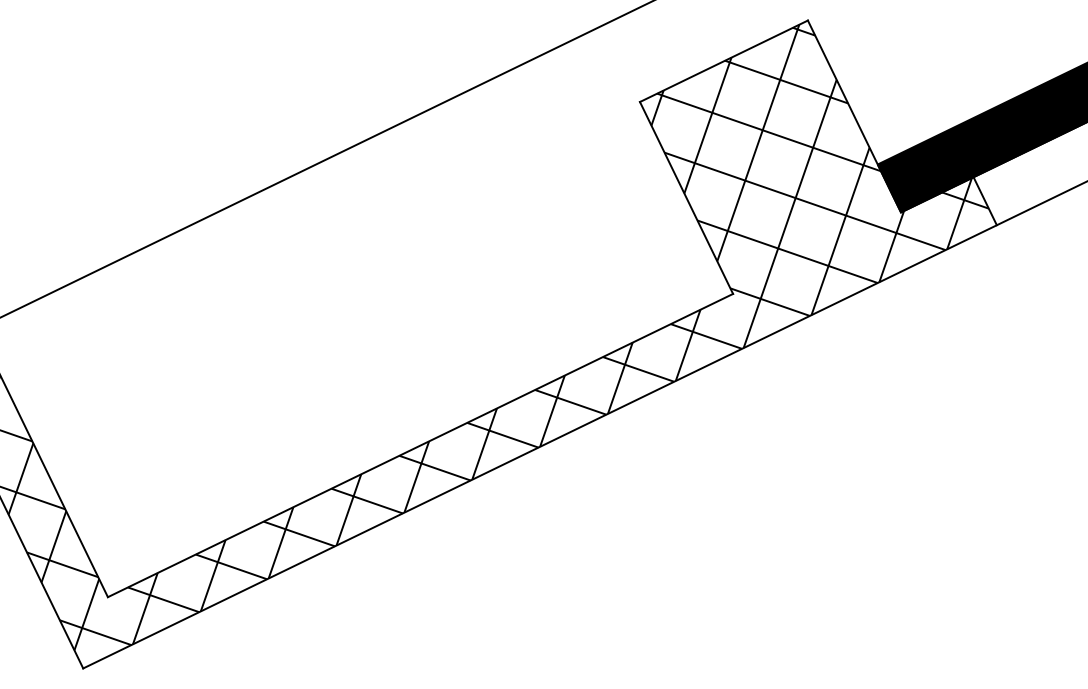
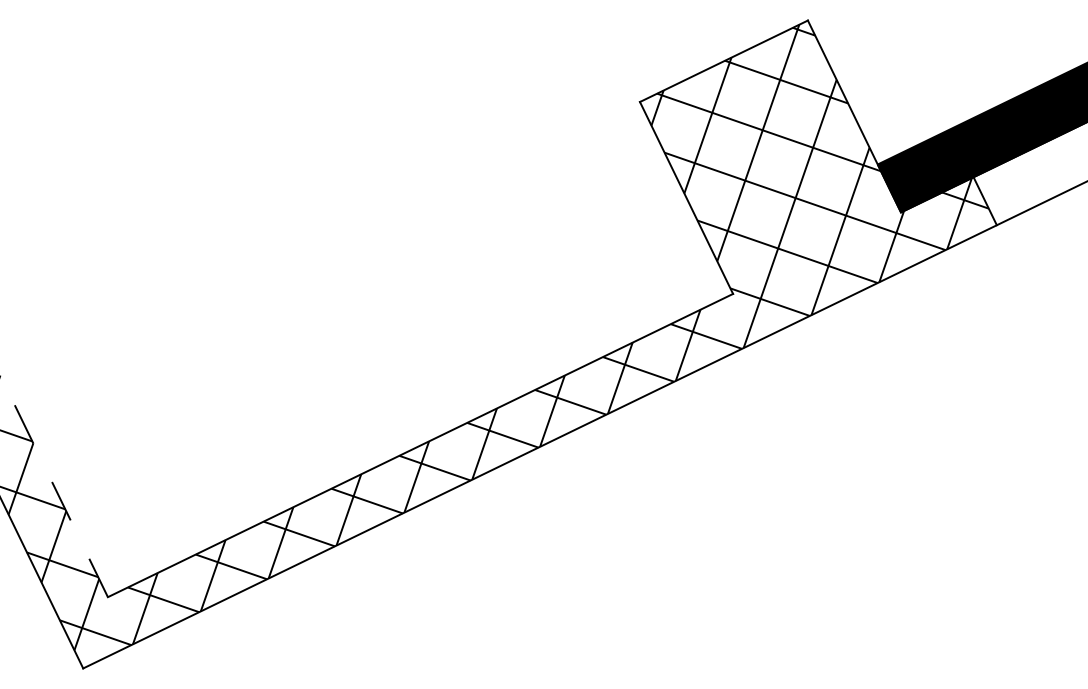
line at (326, 159): present -> none
line at (53, 485): solid -> dashed
